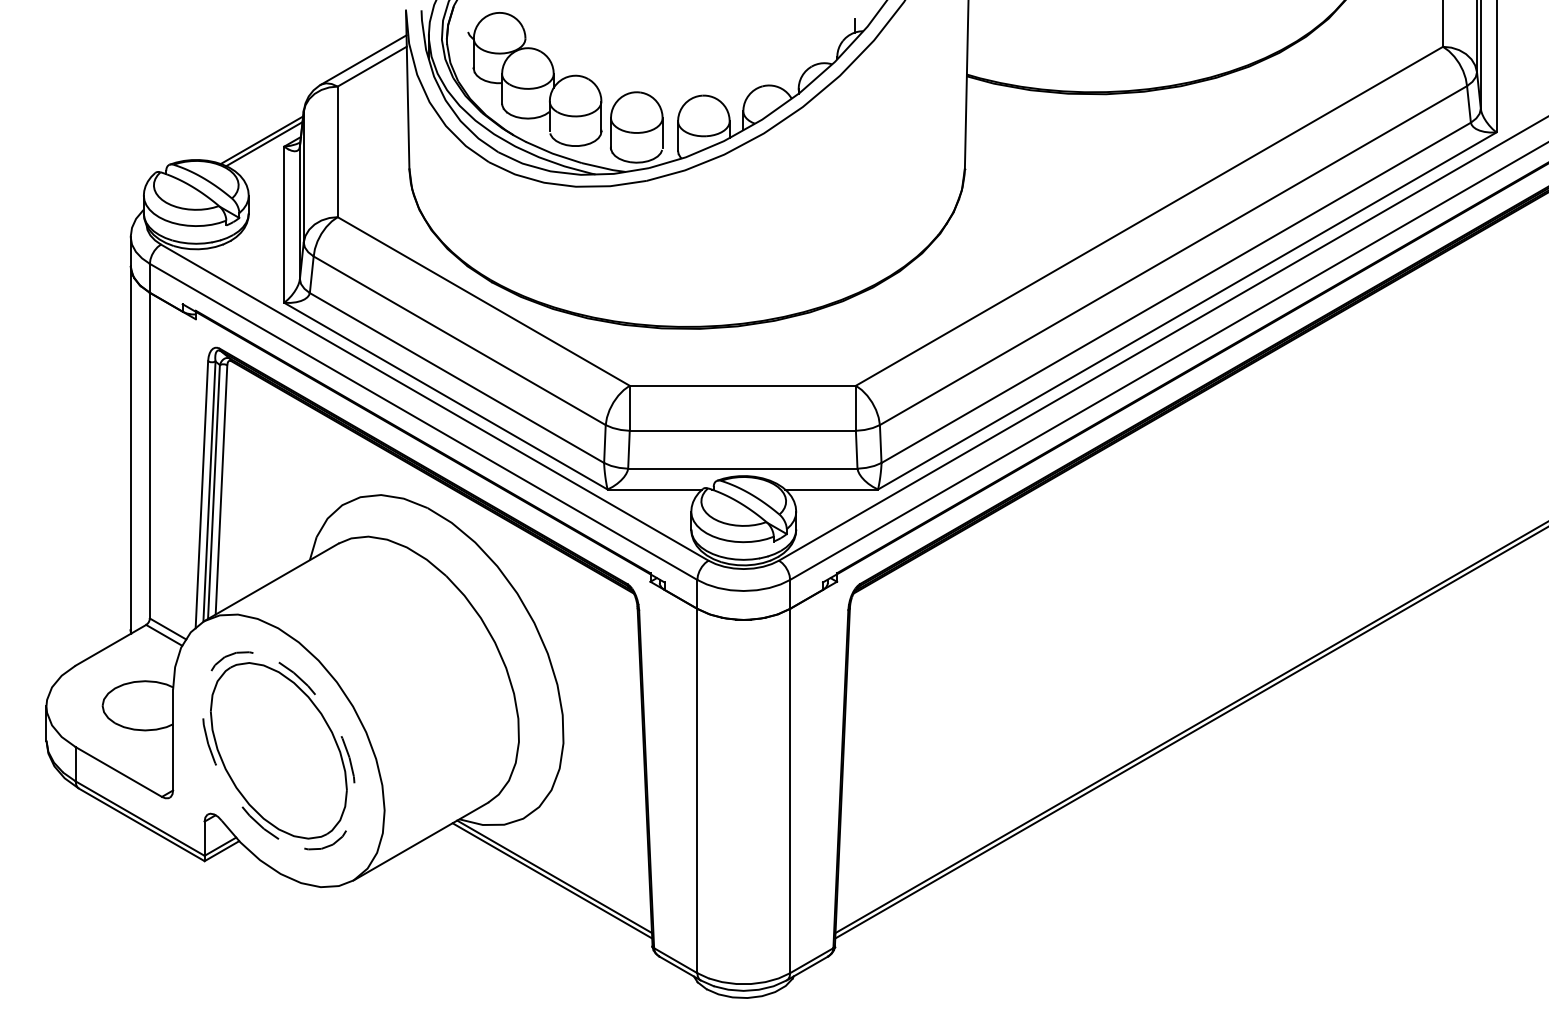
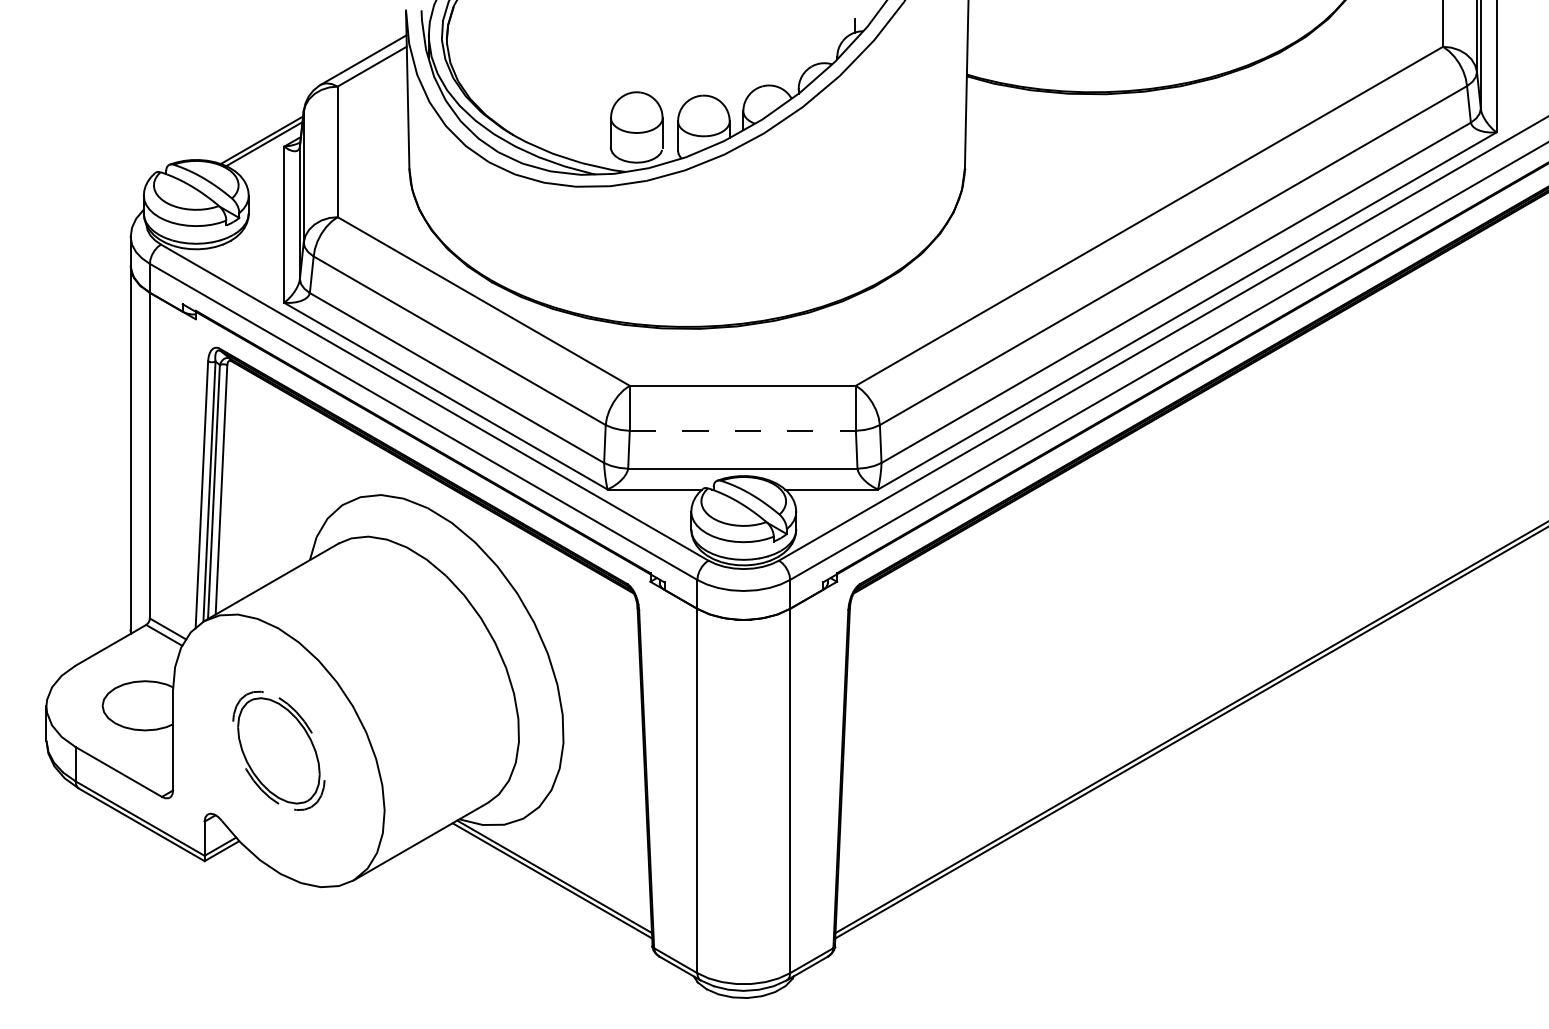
part at (534, 79): present -> none
line at (743, 430): solid -> dashed
part at (278, 750) size: 154x200 px -> 94x121 px
